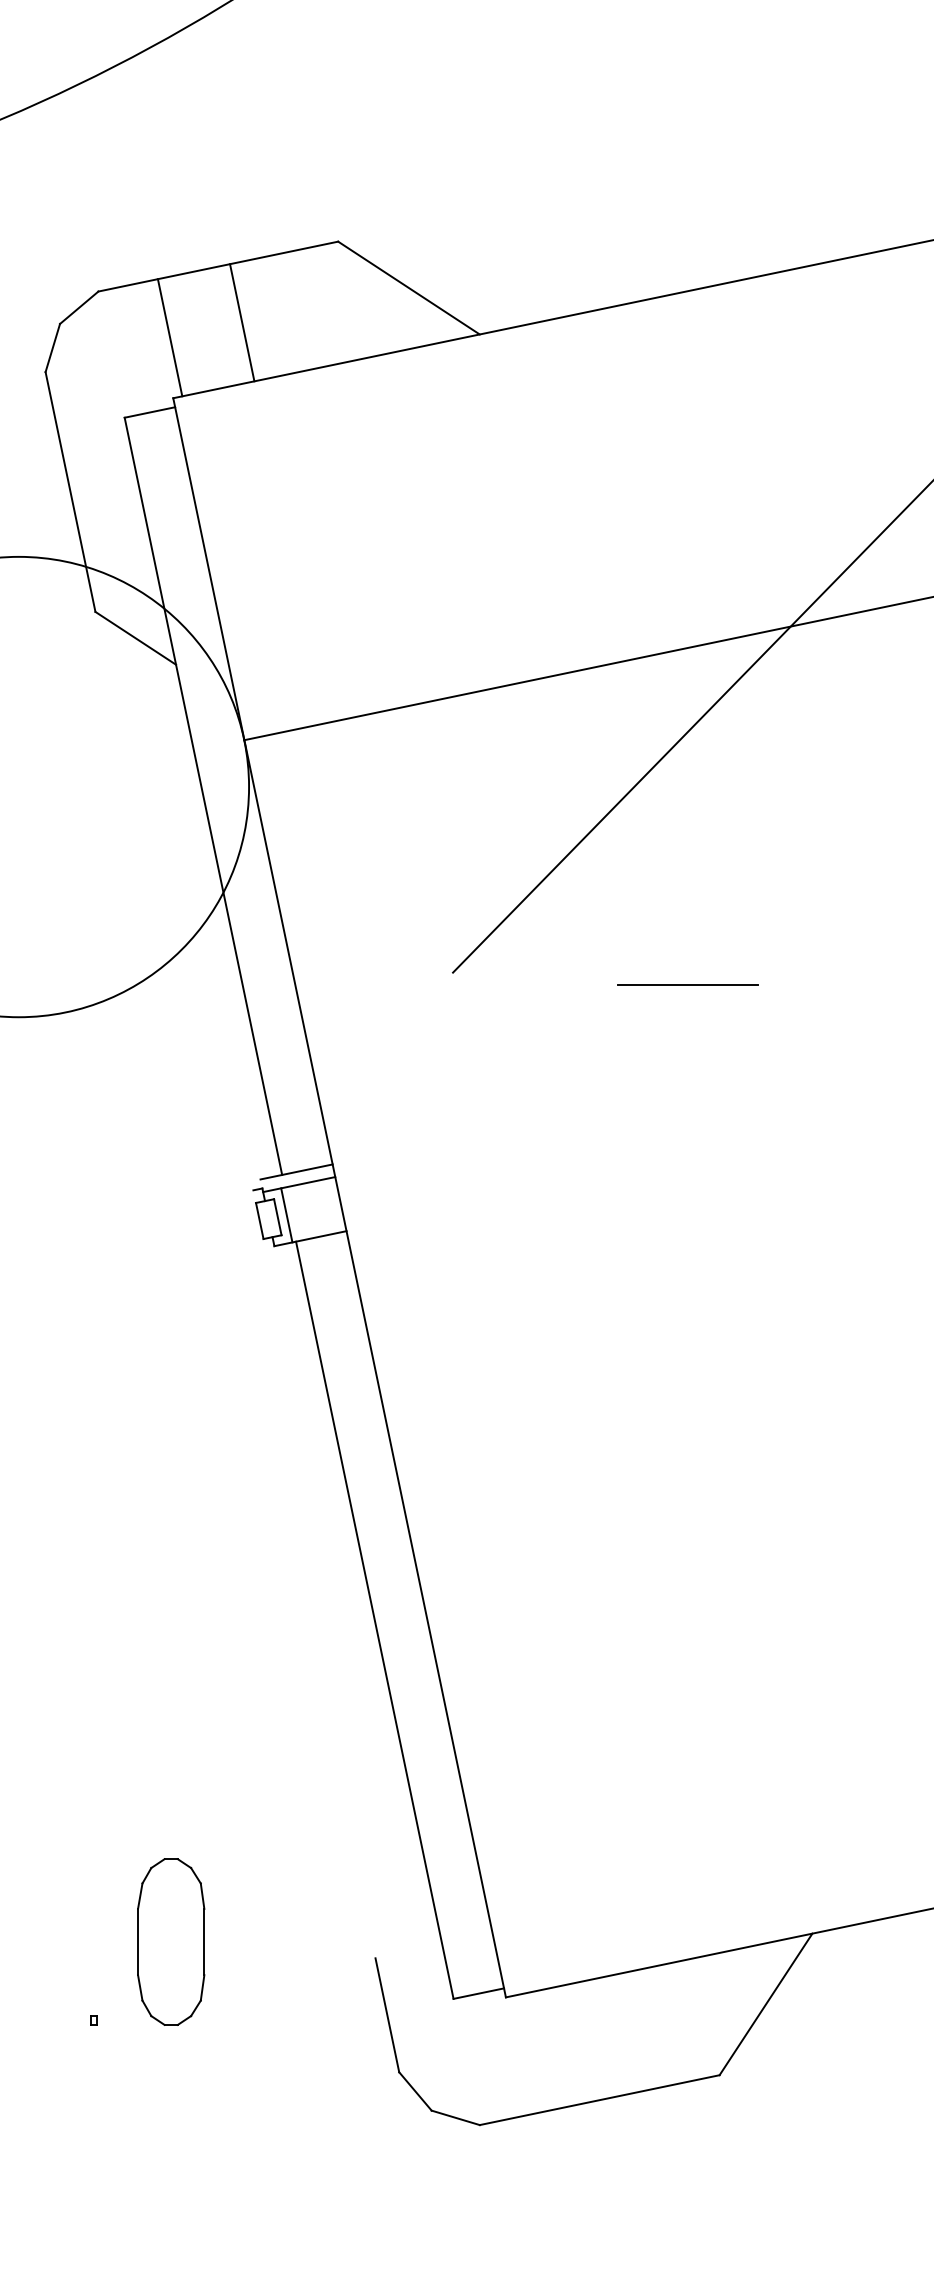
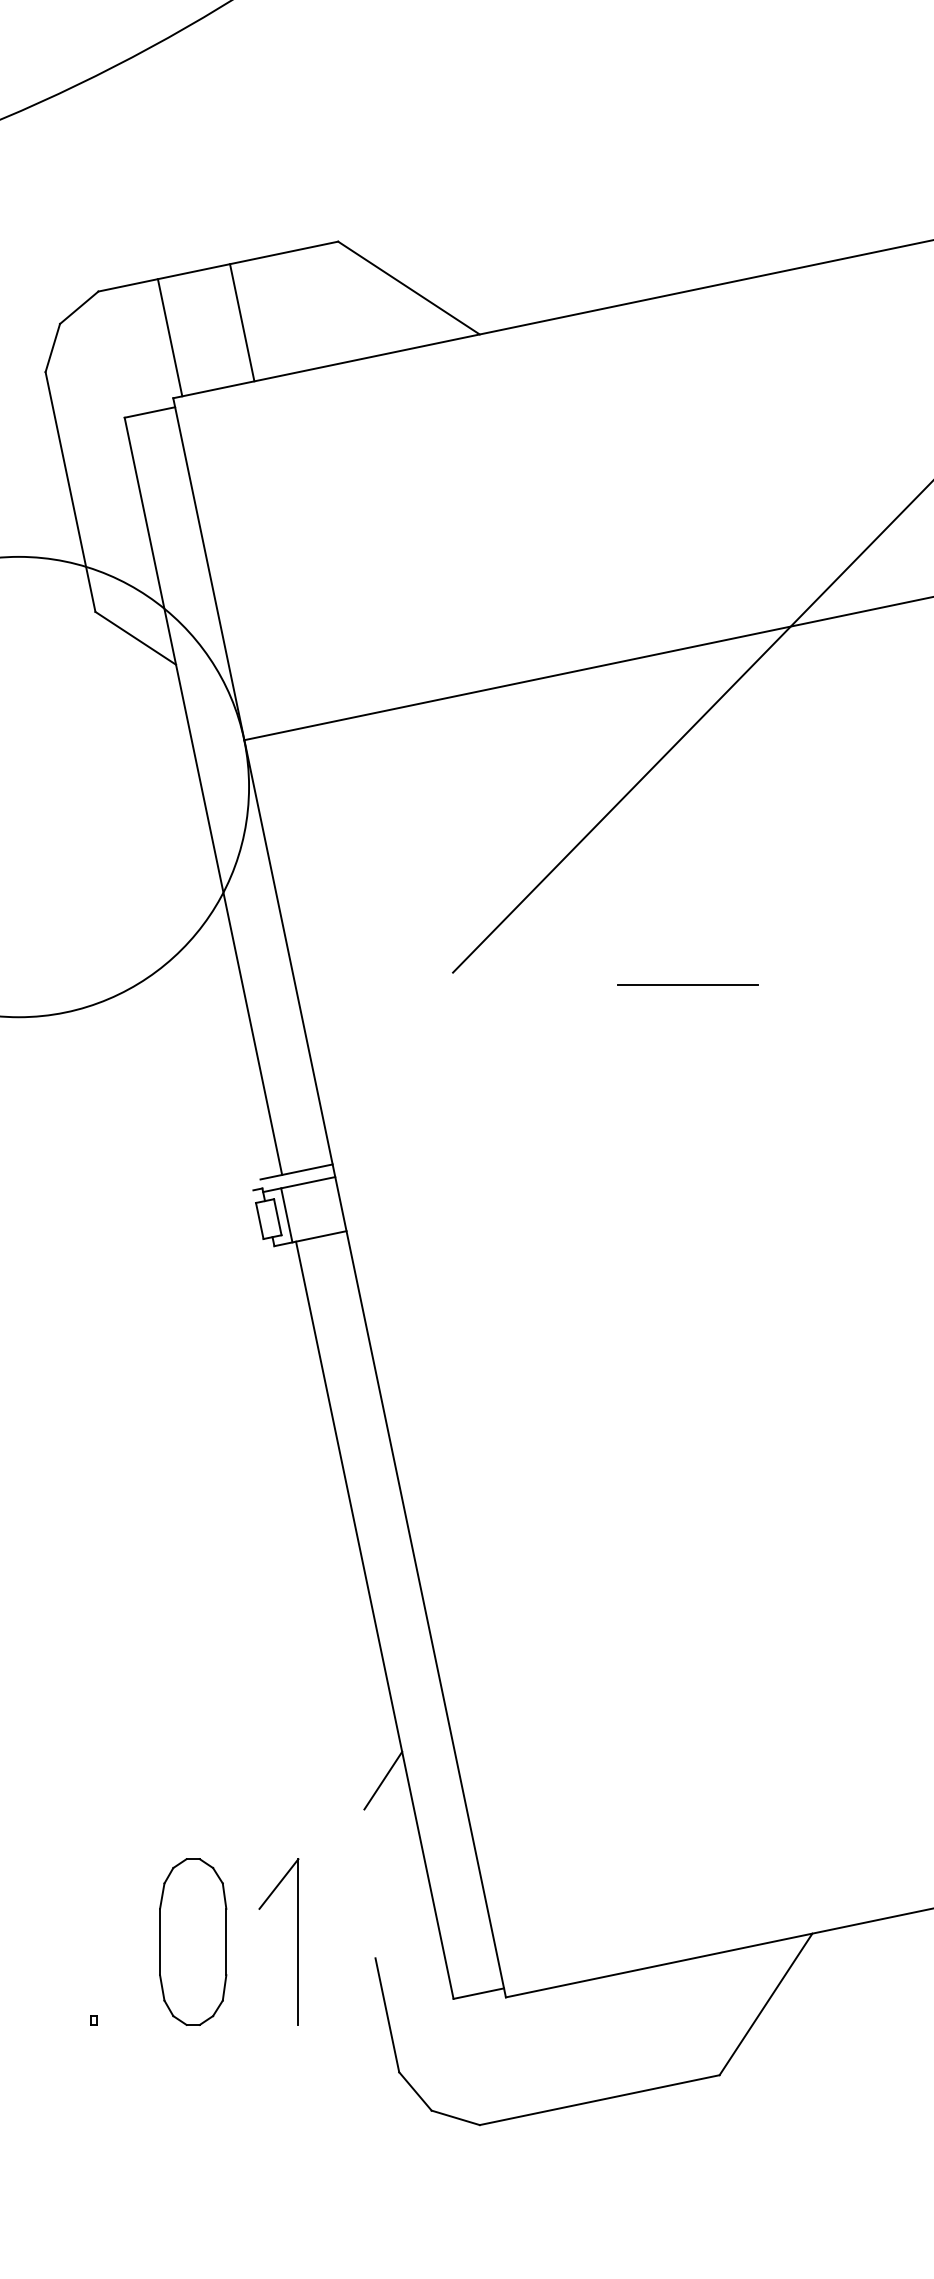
line at (383, 1780): none -> present
part at (171, 1941) position: (171, 1941) -> (193, 1941)
part at (297, 1941): none -> present
